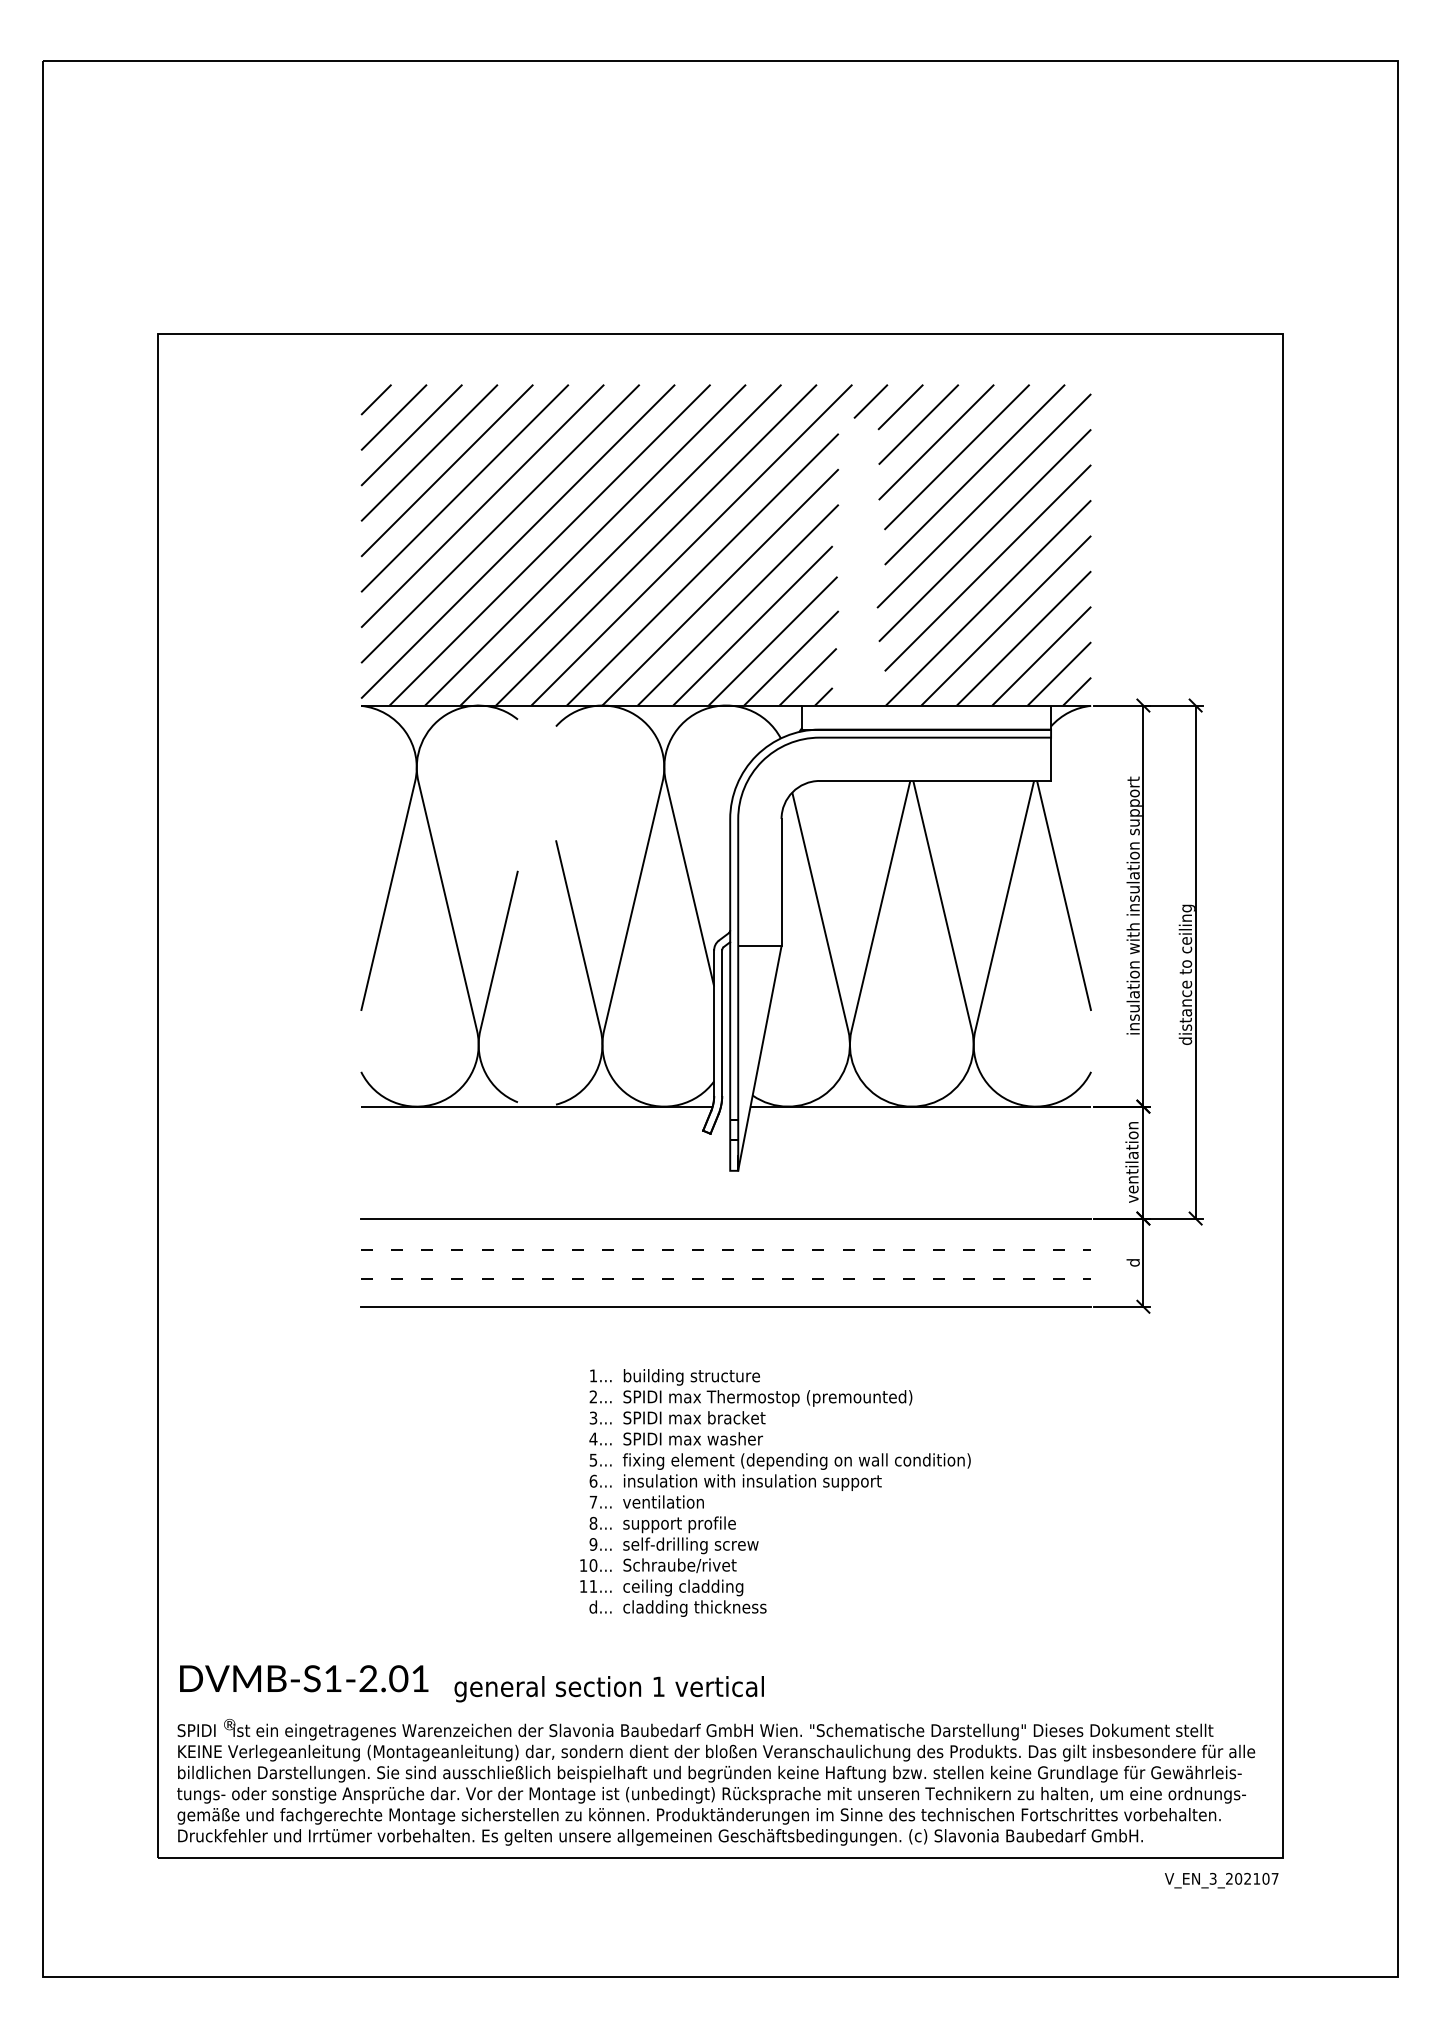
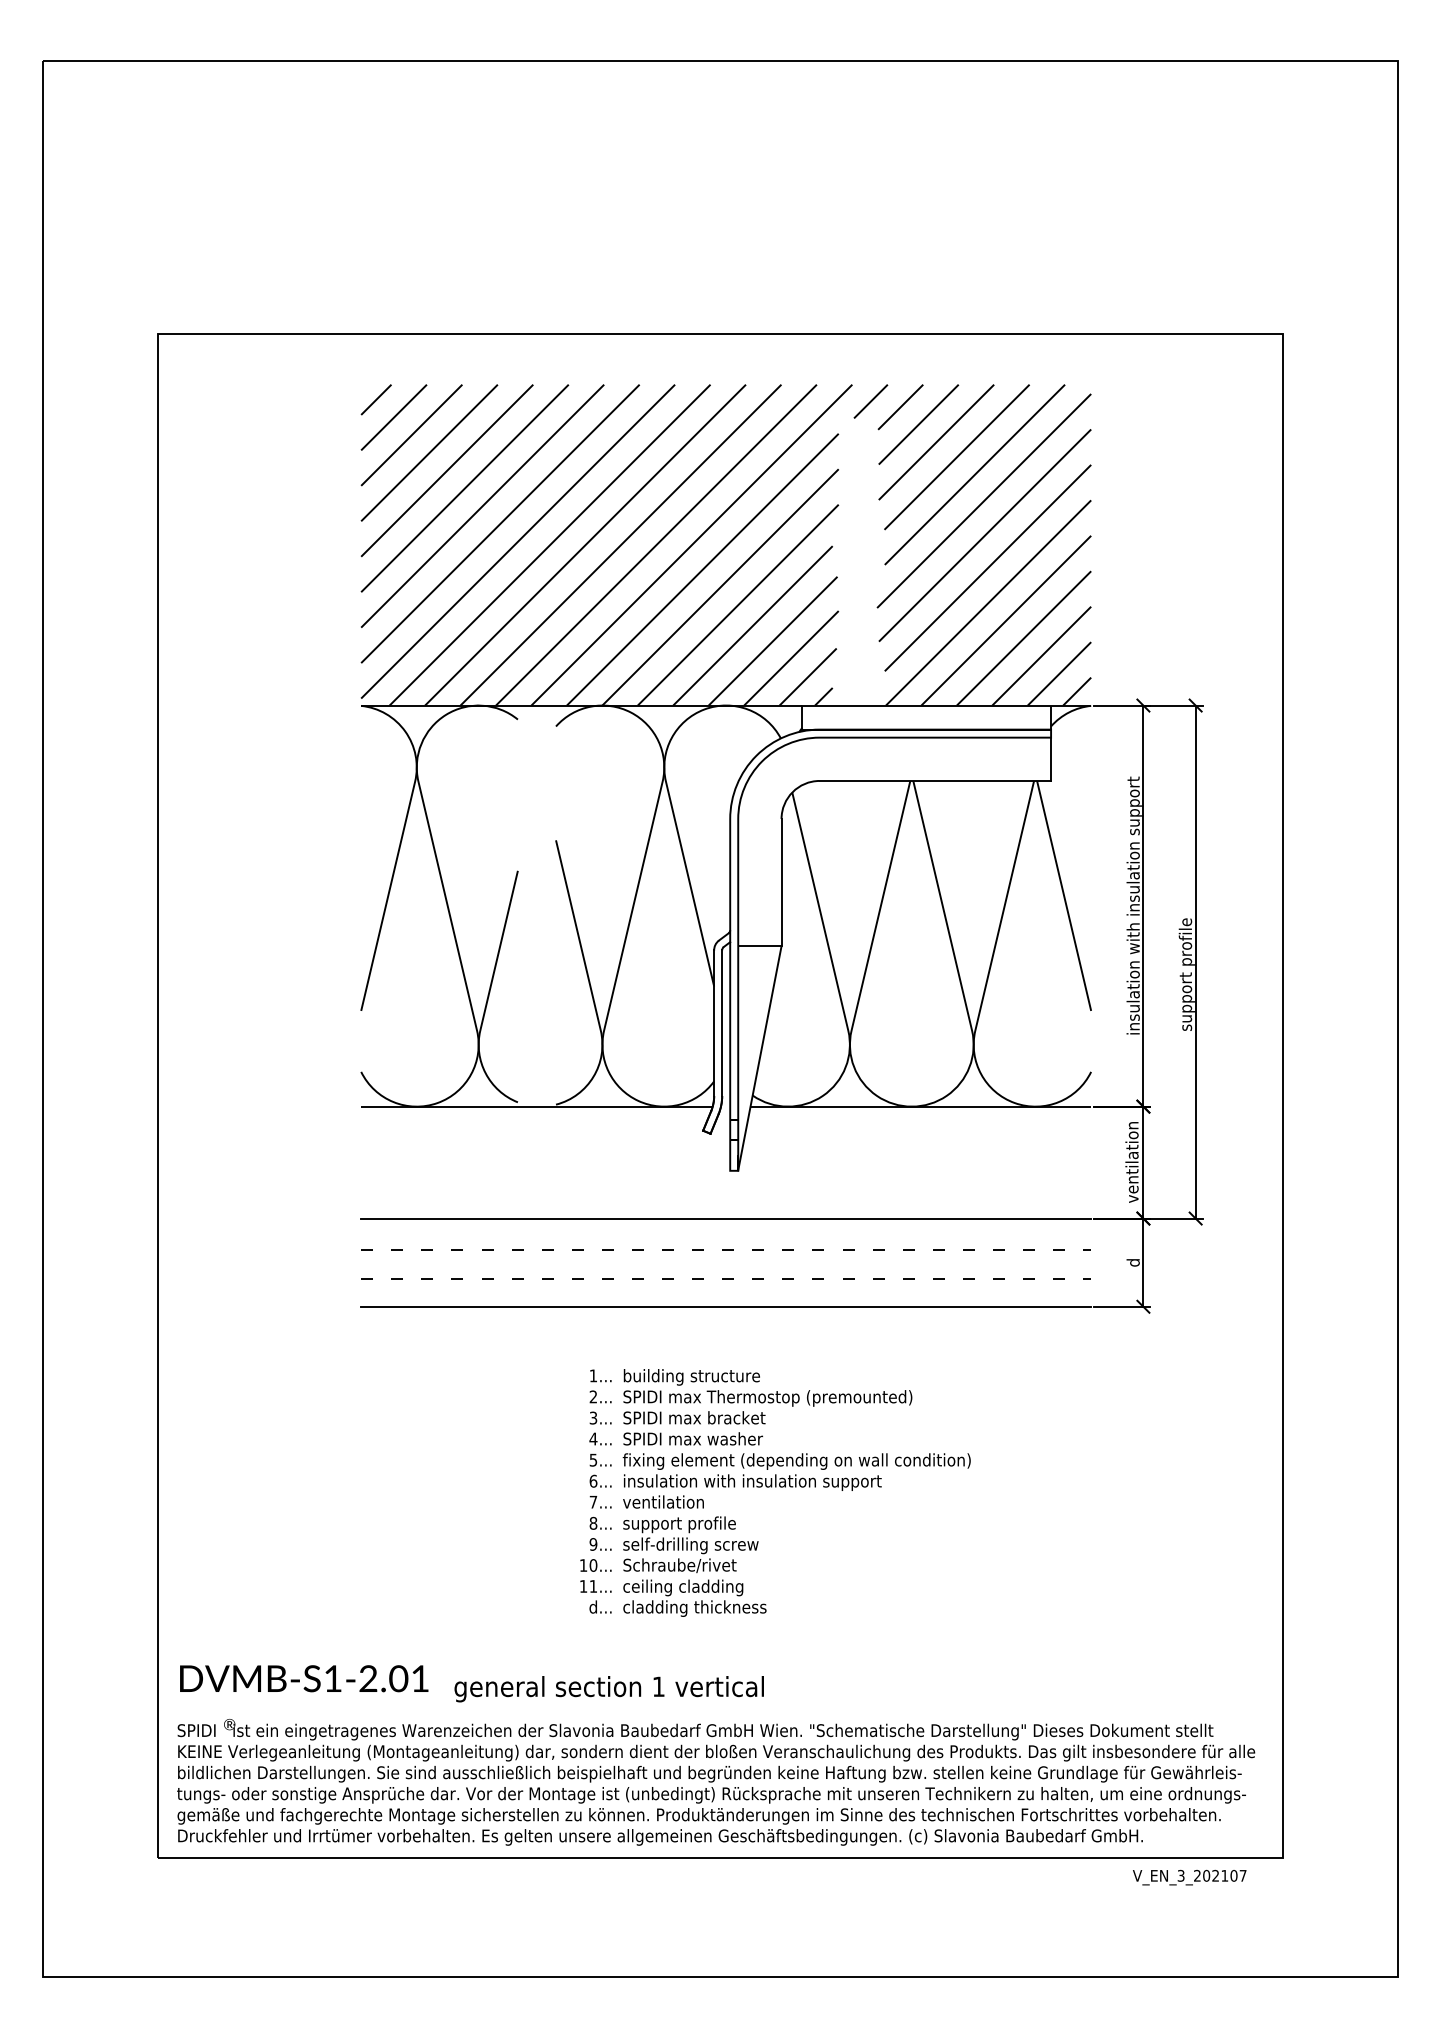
text at (1186, 974): distance to ceiling -> support profile
text at (1221, 1880) position: (1221, 1880) -> (1189, 1877)
